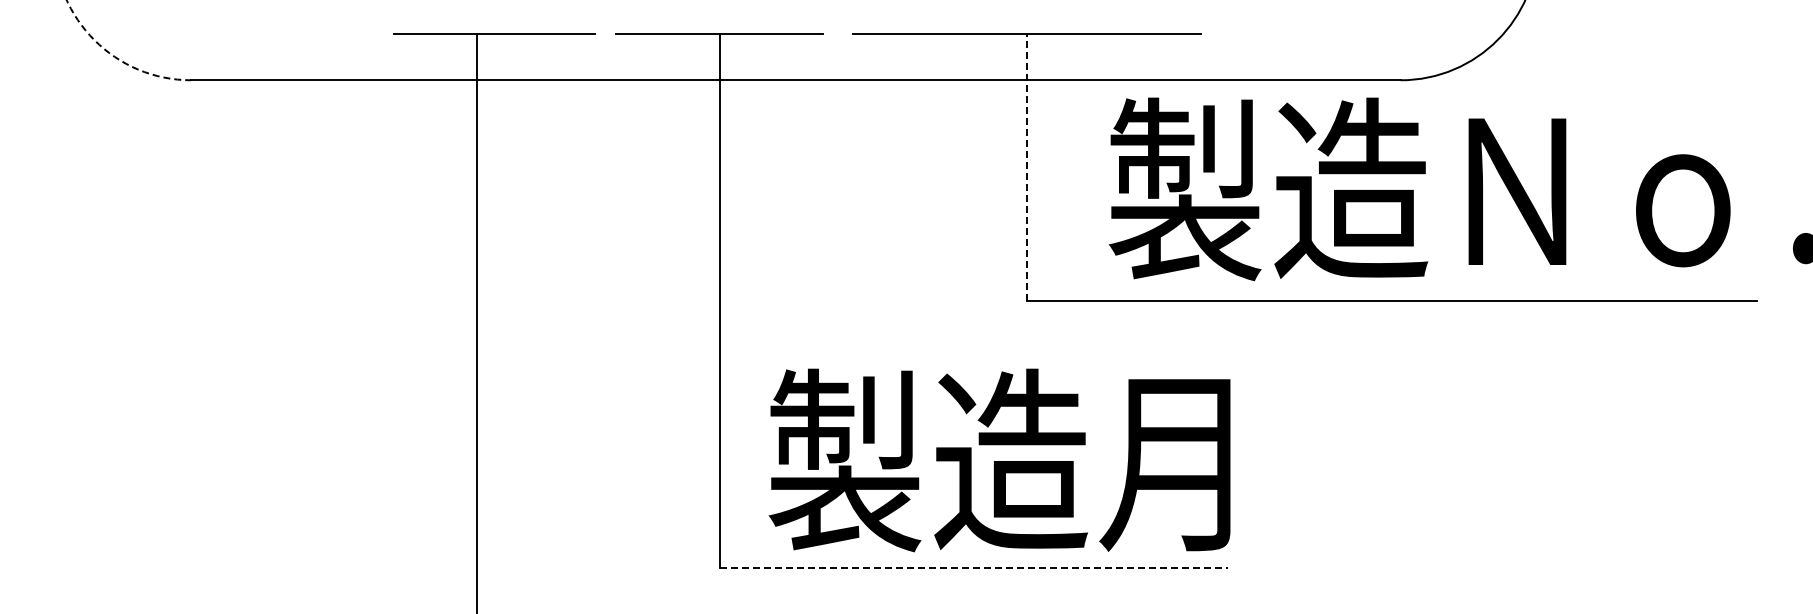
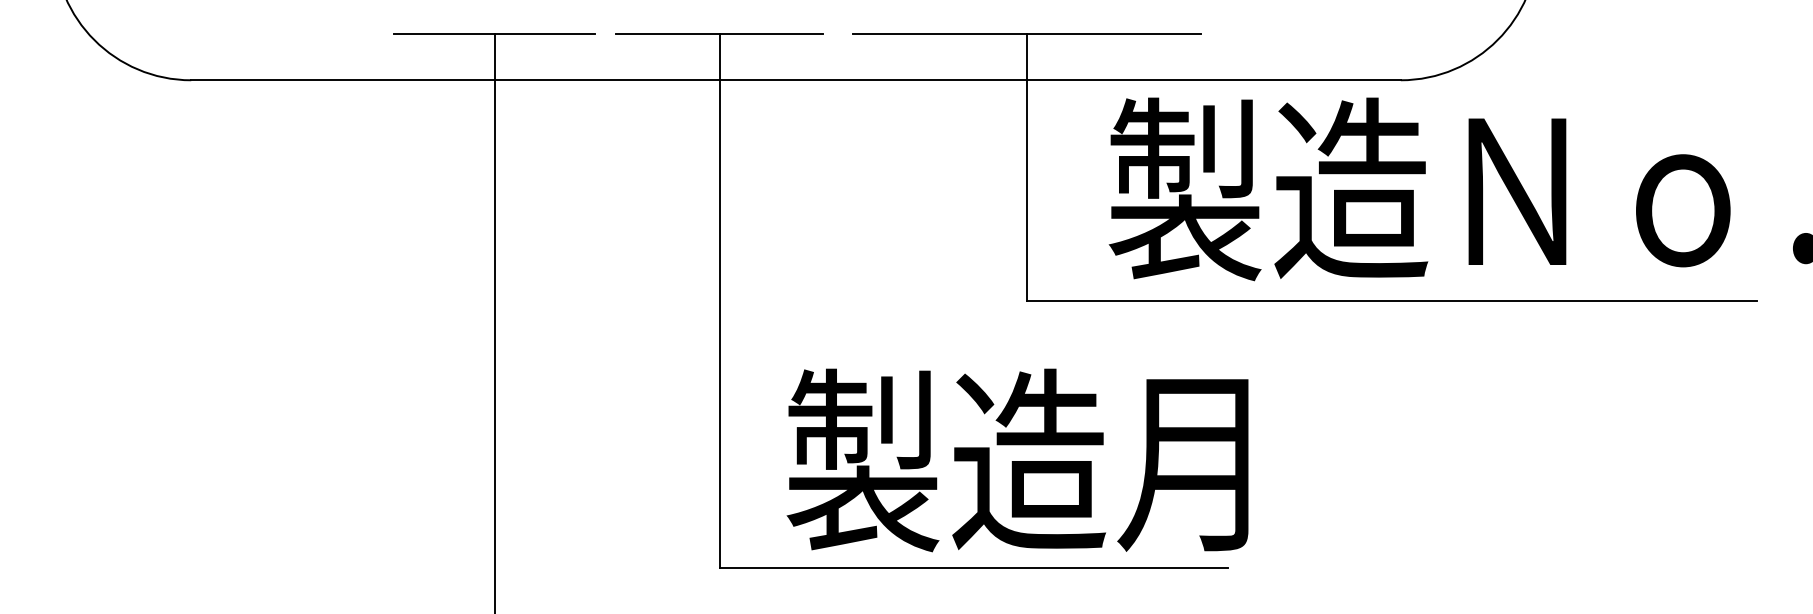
arc at (116, 57): dashed -> solid
line at (1026, 167): dashed -> solid
line at (476, 322) position: (476, 322) -> (494, 322)
text at (999, 460) position: (999, 460) -> (1017, 460)
line at (974, 568): dashed -> solid
